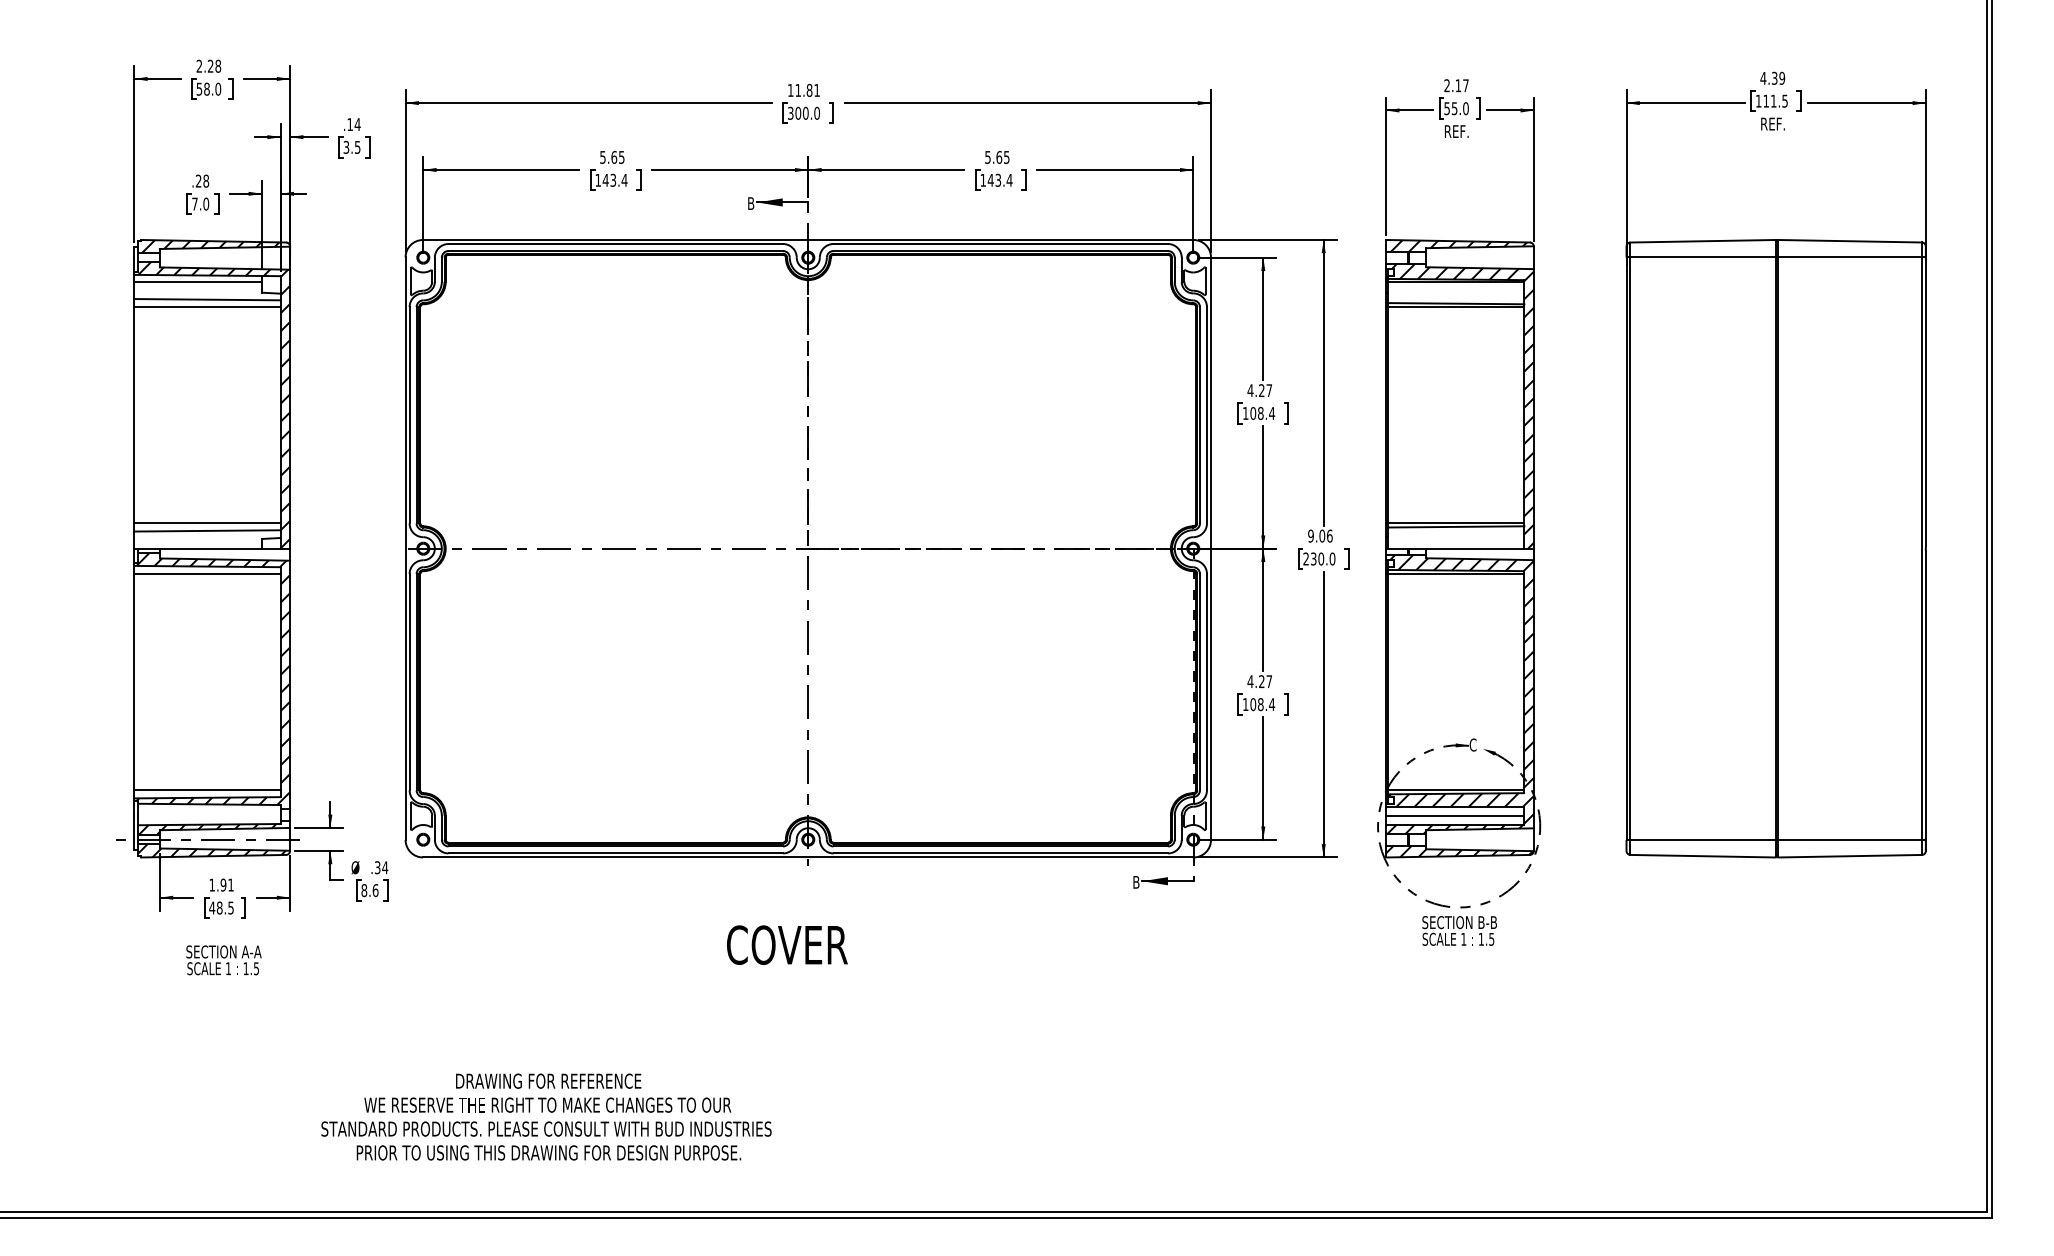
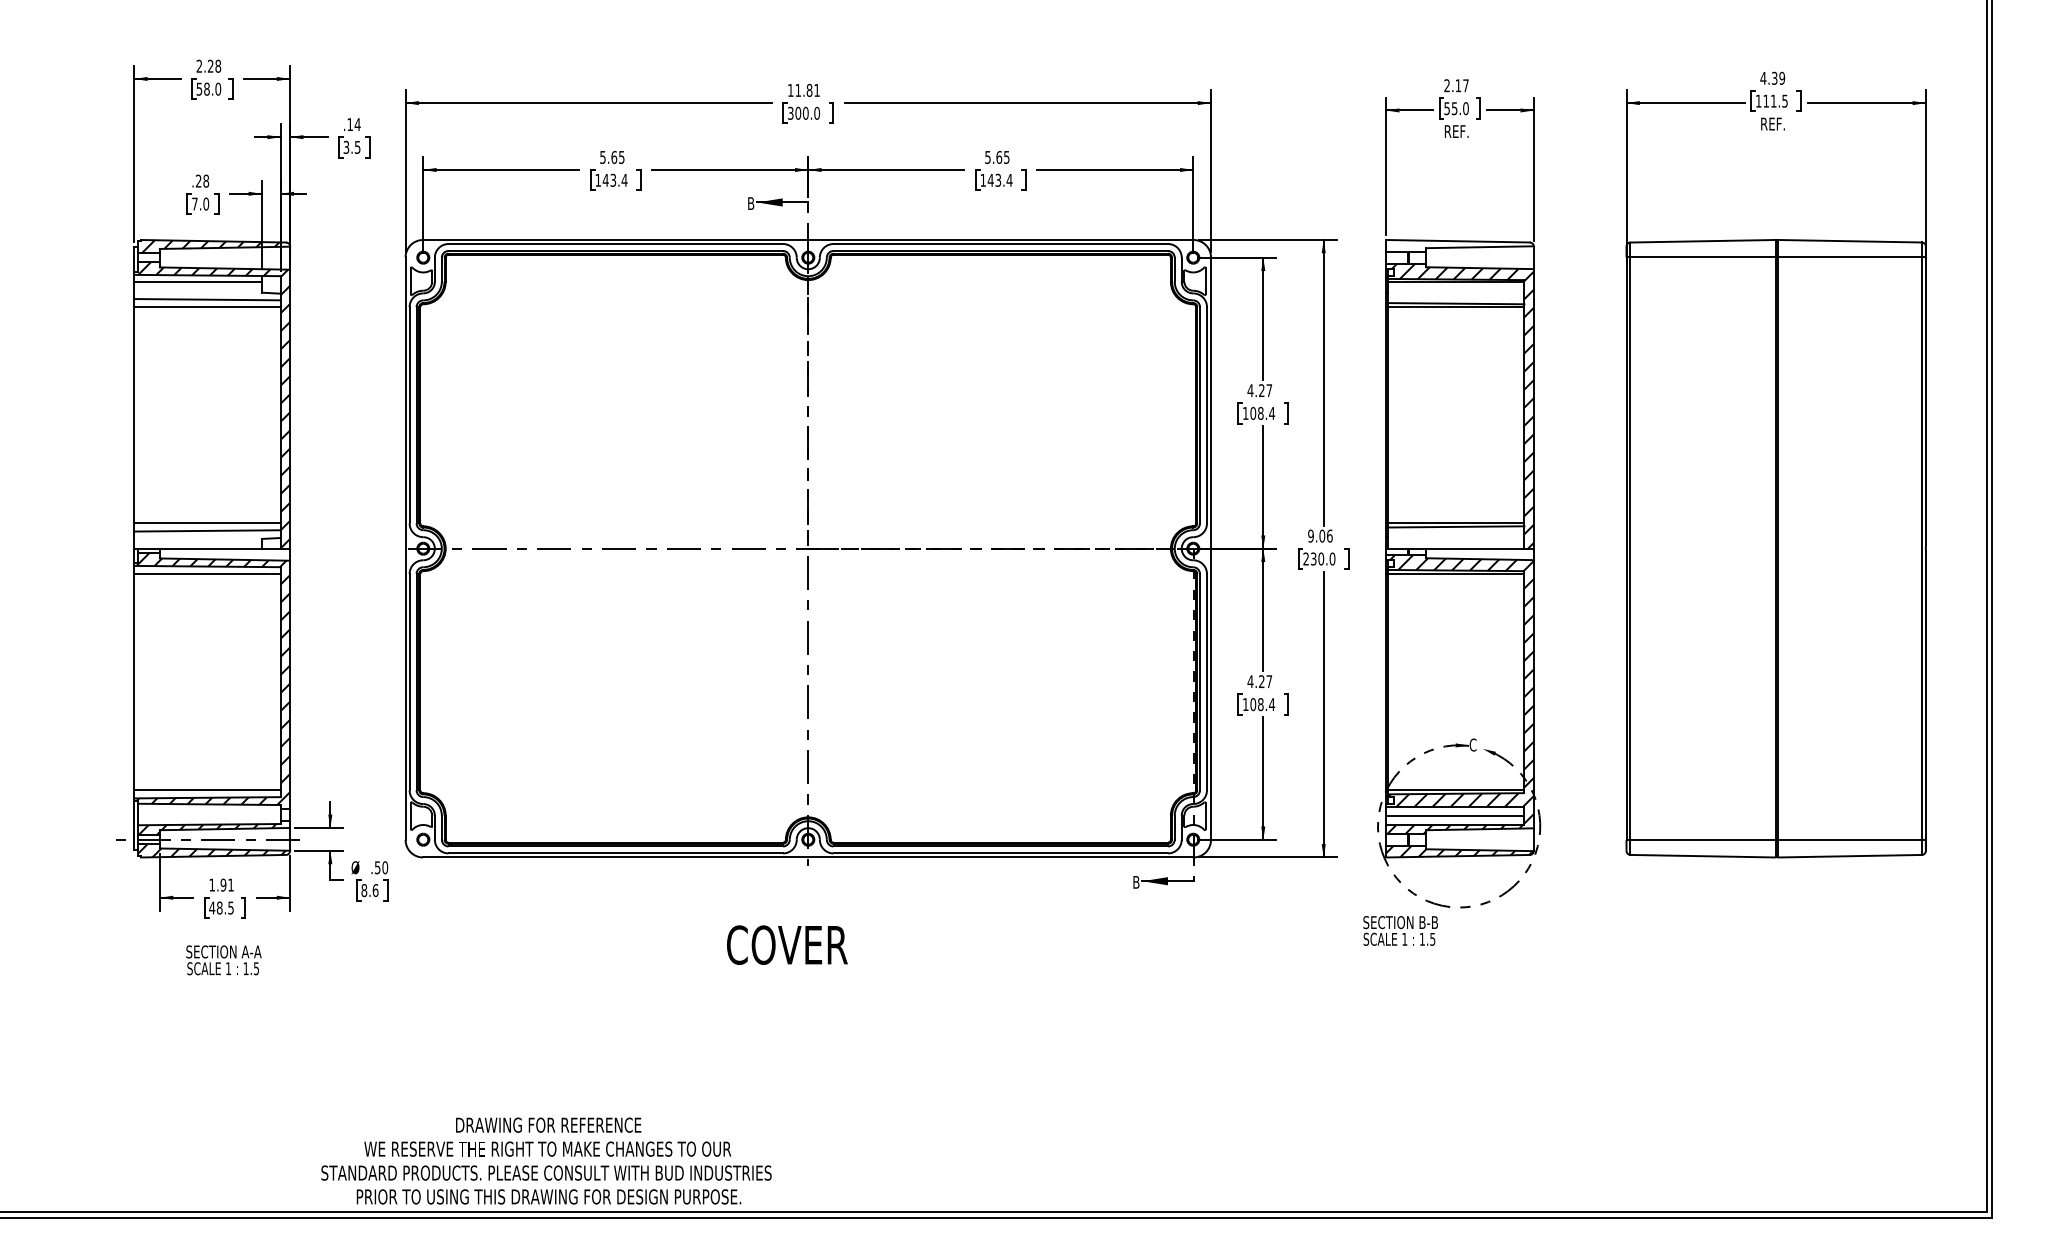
hatch at (1458, 246): present -> none
text at (381, 867): .34 -> .50
text at (1459, 930) position: (1459, 930) -> (1400, 930)
text at (546, 1116) position: (546, 1116) -> (546, 1160)
